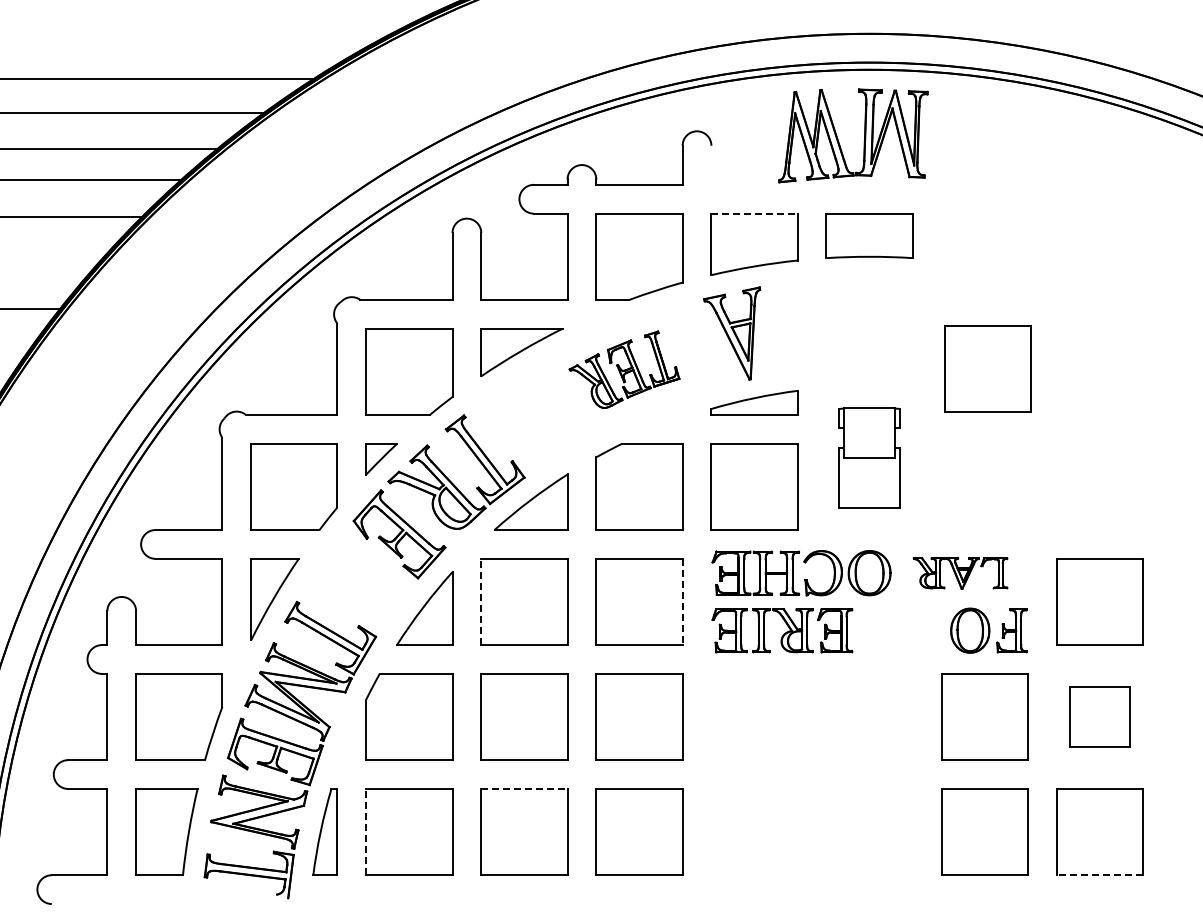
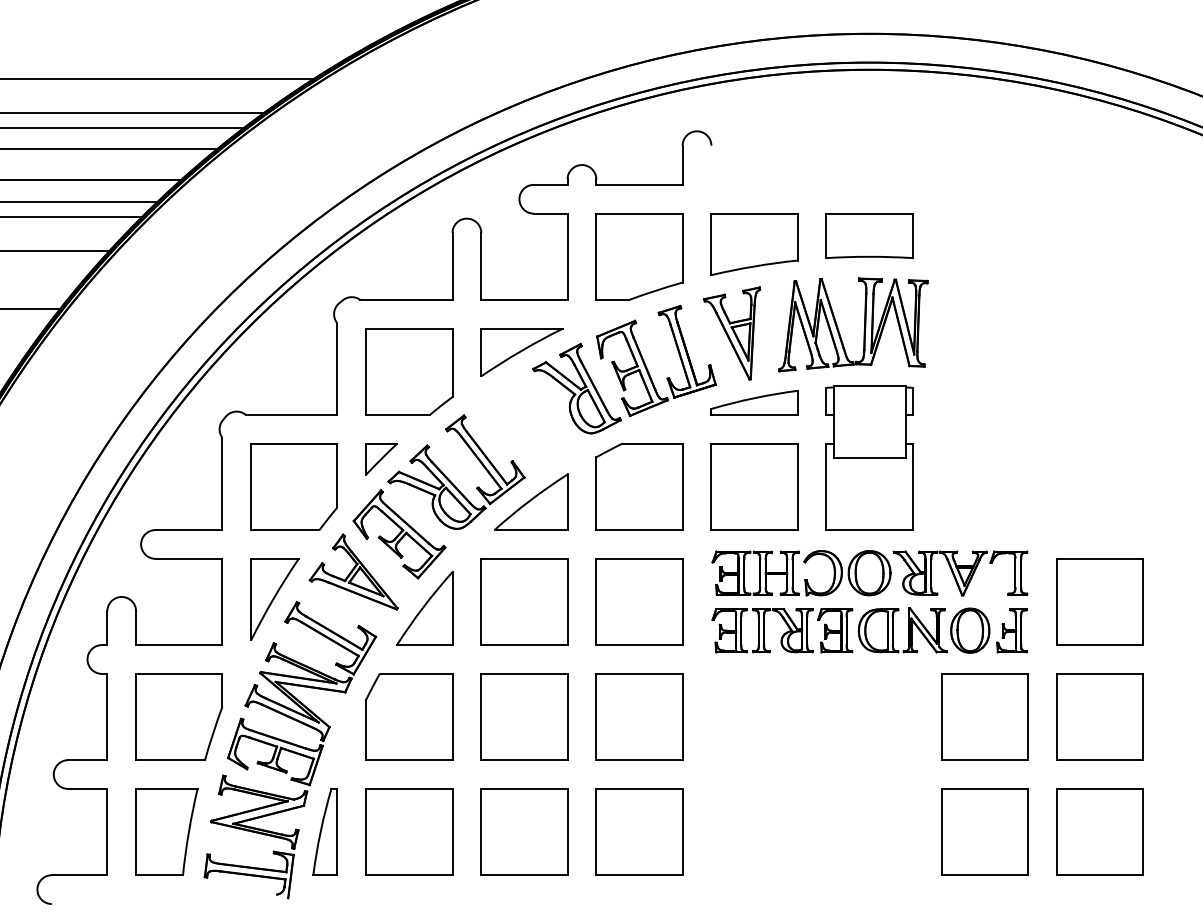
line at (123, 127): none -> present
part at (864, 135) position: (864, 135) -> (864, 324)
line at (79, 201): none -> present
line at (755, 213): dashed -> solid
line at (55, 250): none -> present
part at (987, 368): present -> none
part at (624, 369) size: 113x79 px -> 185x130 px
part at (869, 457) size: 63x102 px -> 89x146 px
part at (353, 571): none -> present
part at (960, 573) size: 97x33 px -> 137x47 px
line at (481, 601): dashed -> solid
line at (682, 602): dashed -> solid
part at (902, 630): none -> present
part at (1099, 716) size: 62x62 px -> 88x88 px
line at (524, 788): dashed -> solid
line at (366, 831): dashed -> solid
line at (1099, 875): dashed -> solid
